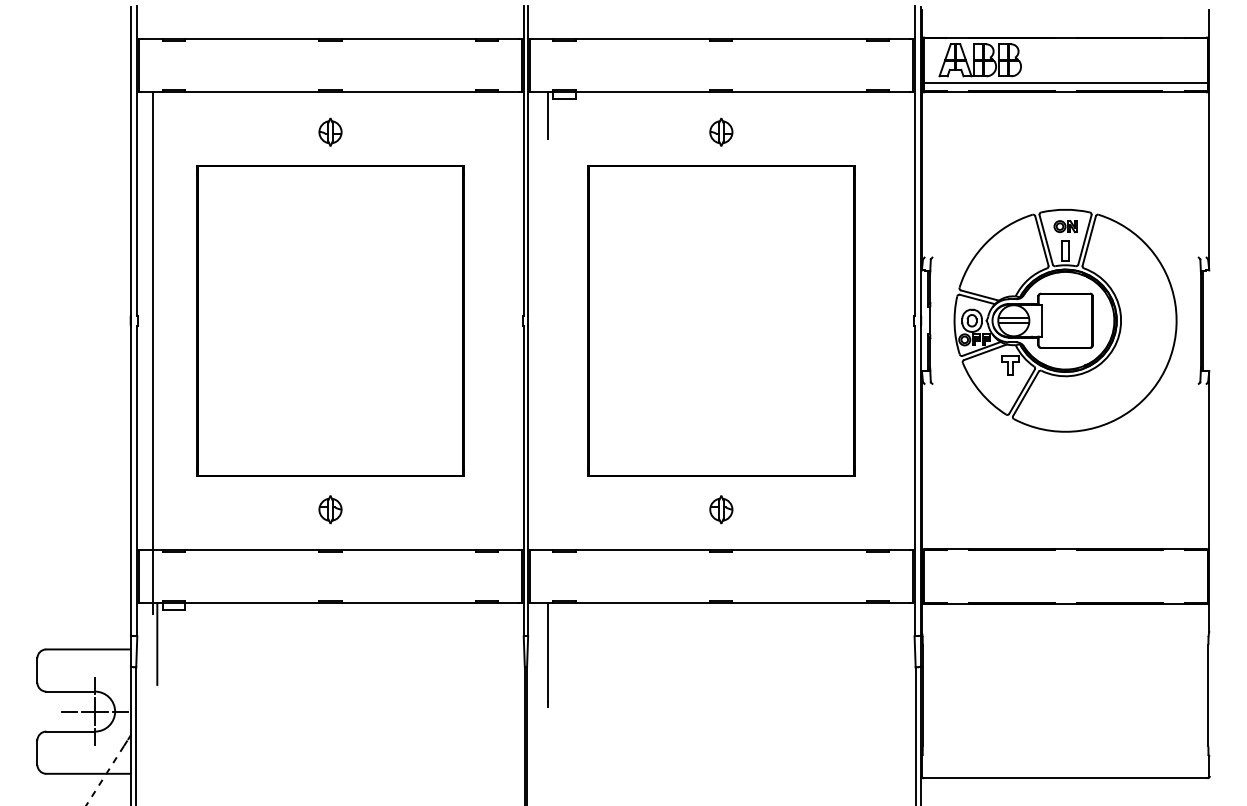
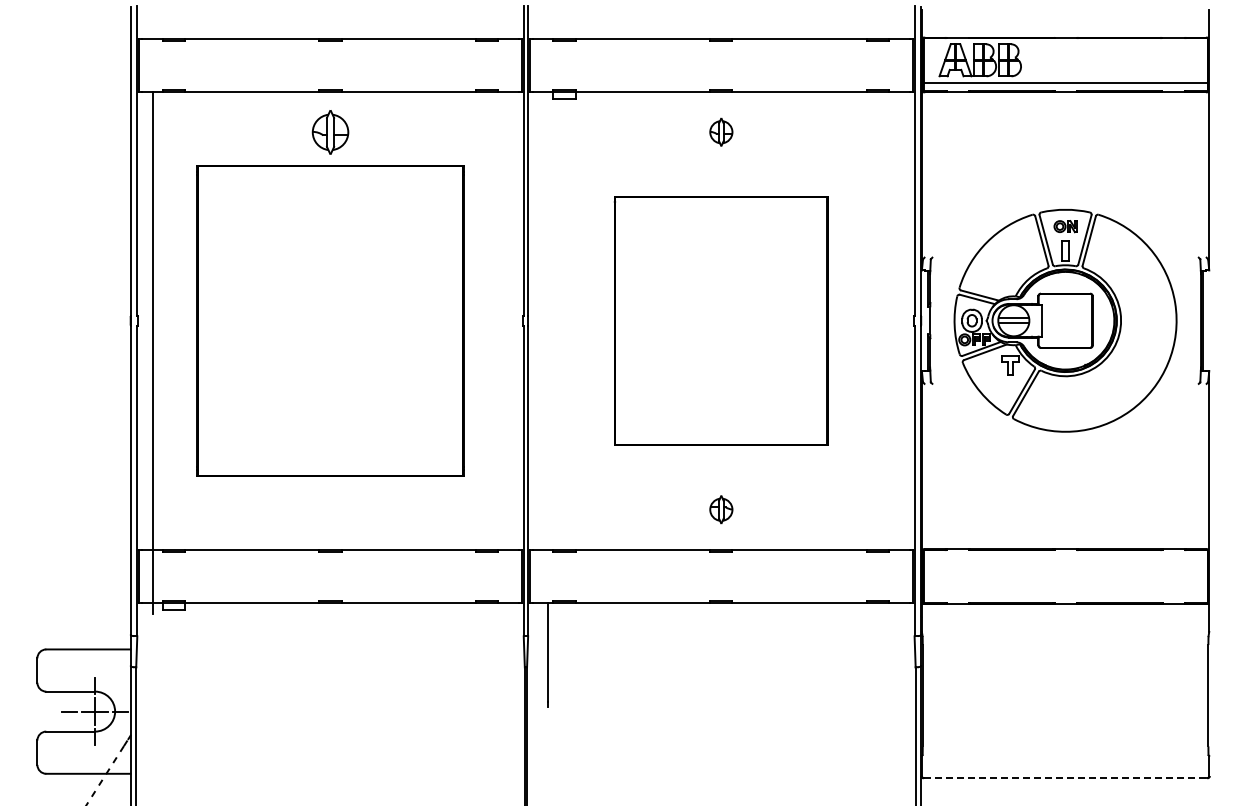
line at (548, 115): present -> none
part at (330, 131) size: 25x30 px -> 39x45 px
part at (721, 320) size: 269x312 px -> 216x250 px
part at (330, 509): present -> none
line at (157, 643): present -> none
line at (1066, 778): solid -> dashed
